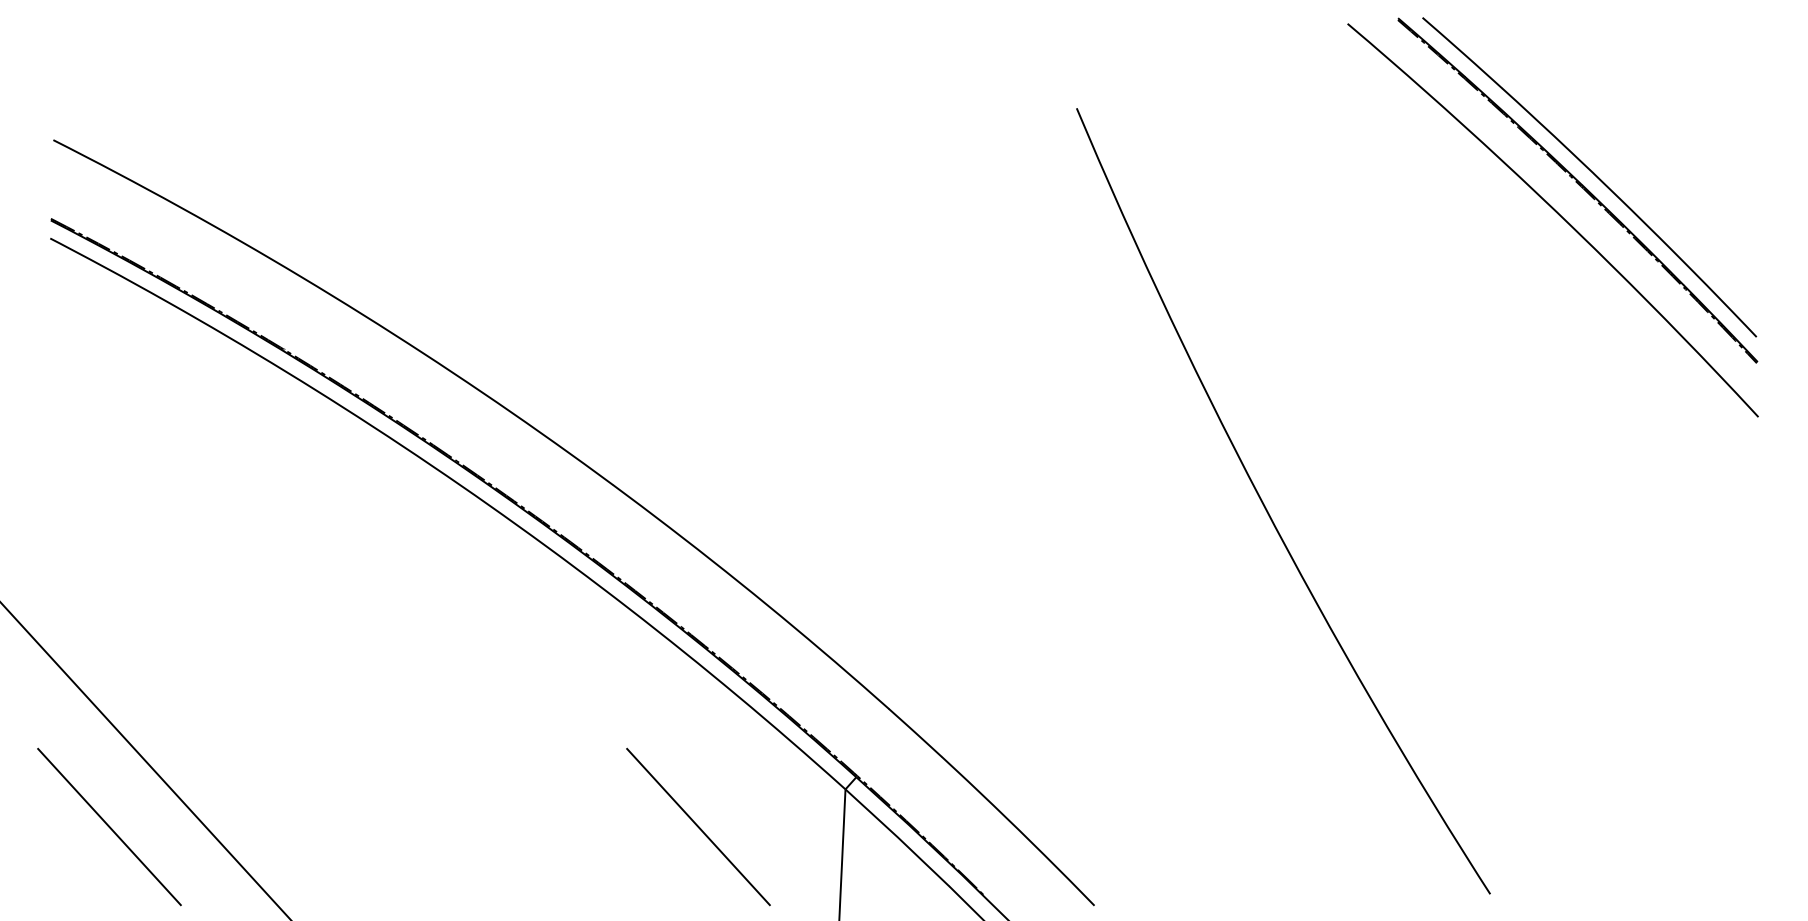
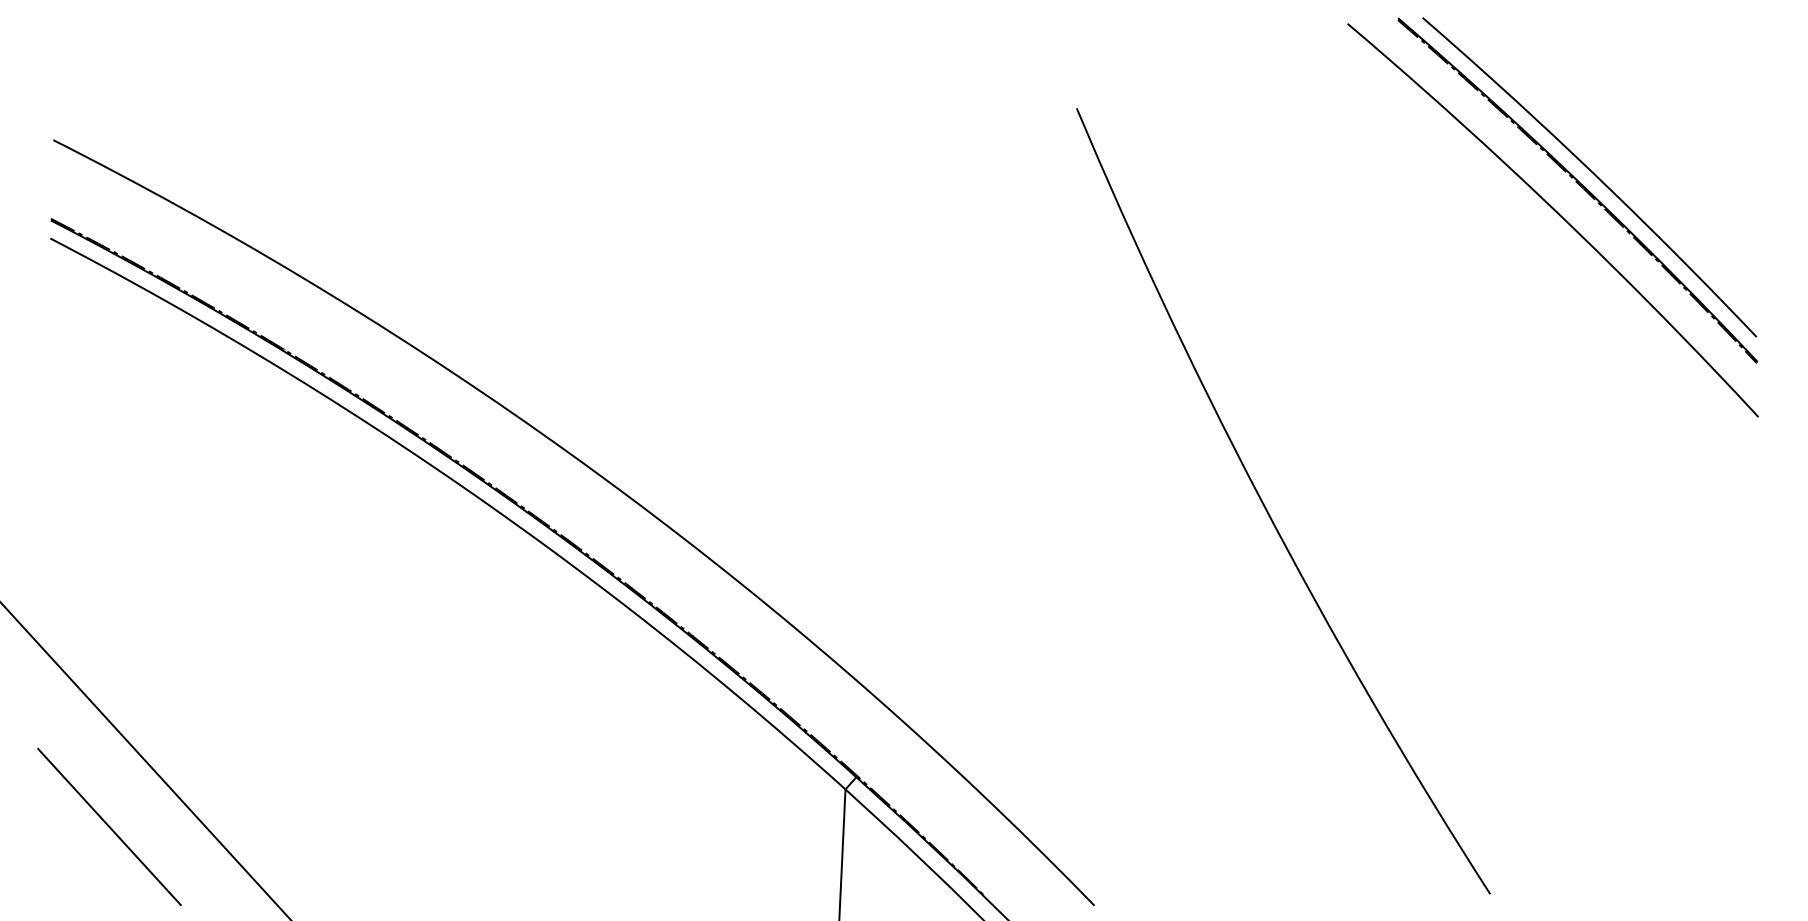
line at (698, 826): present -> none
